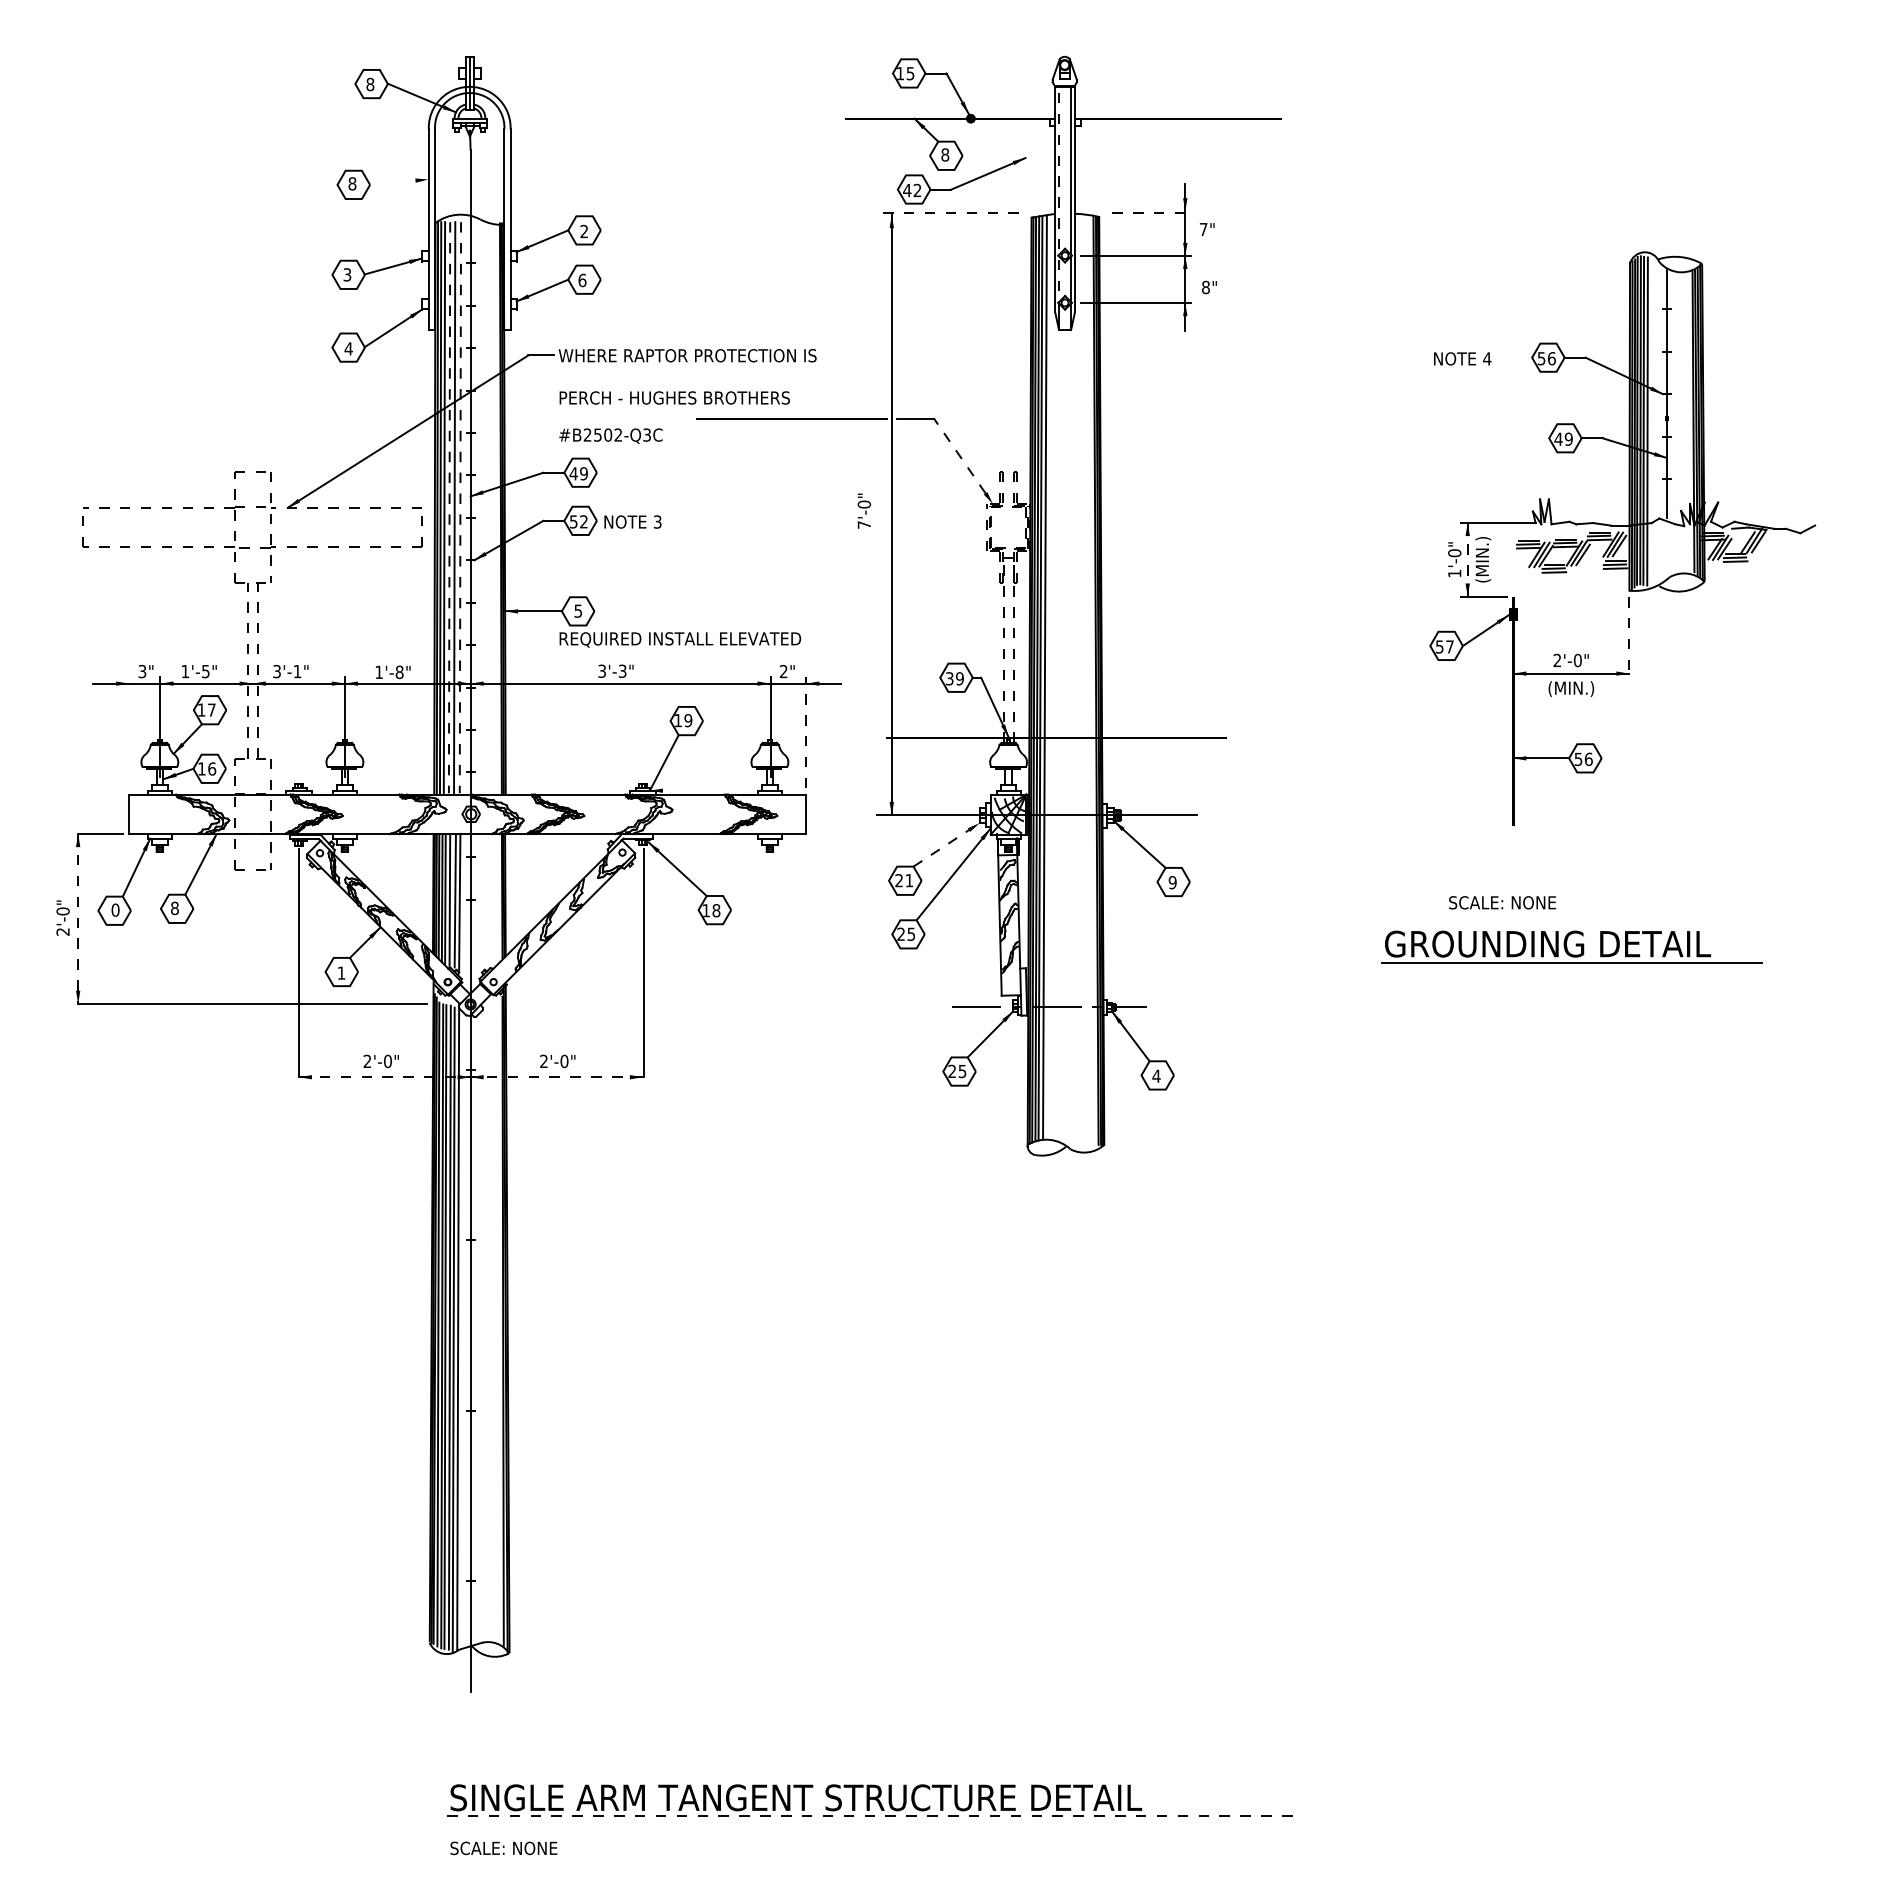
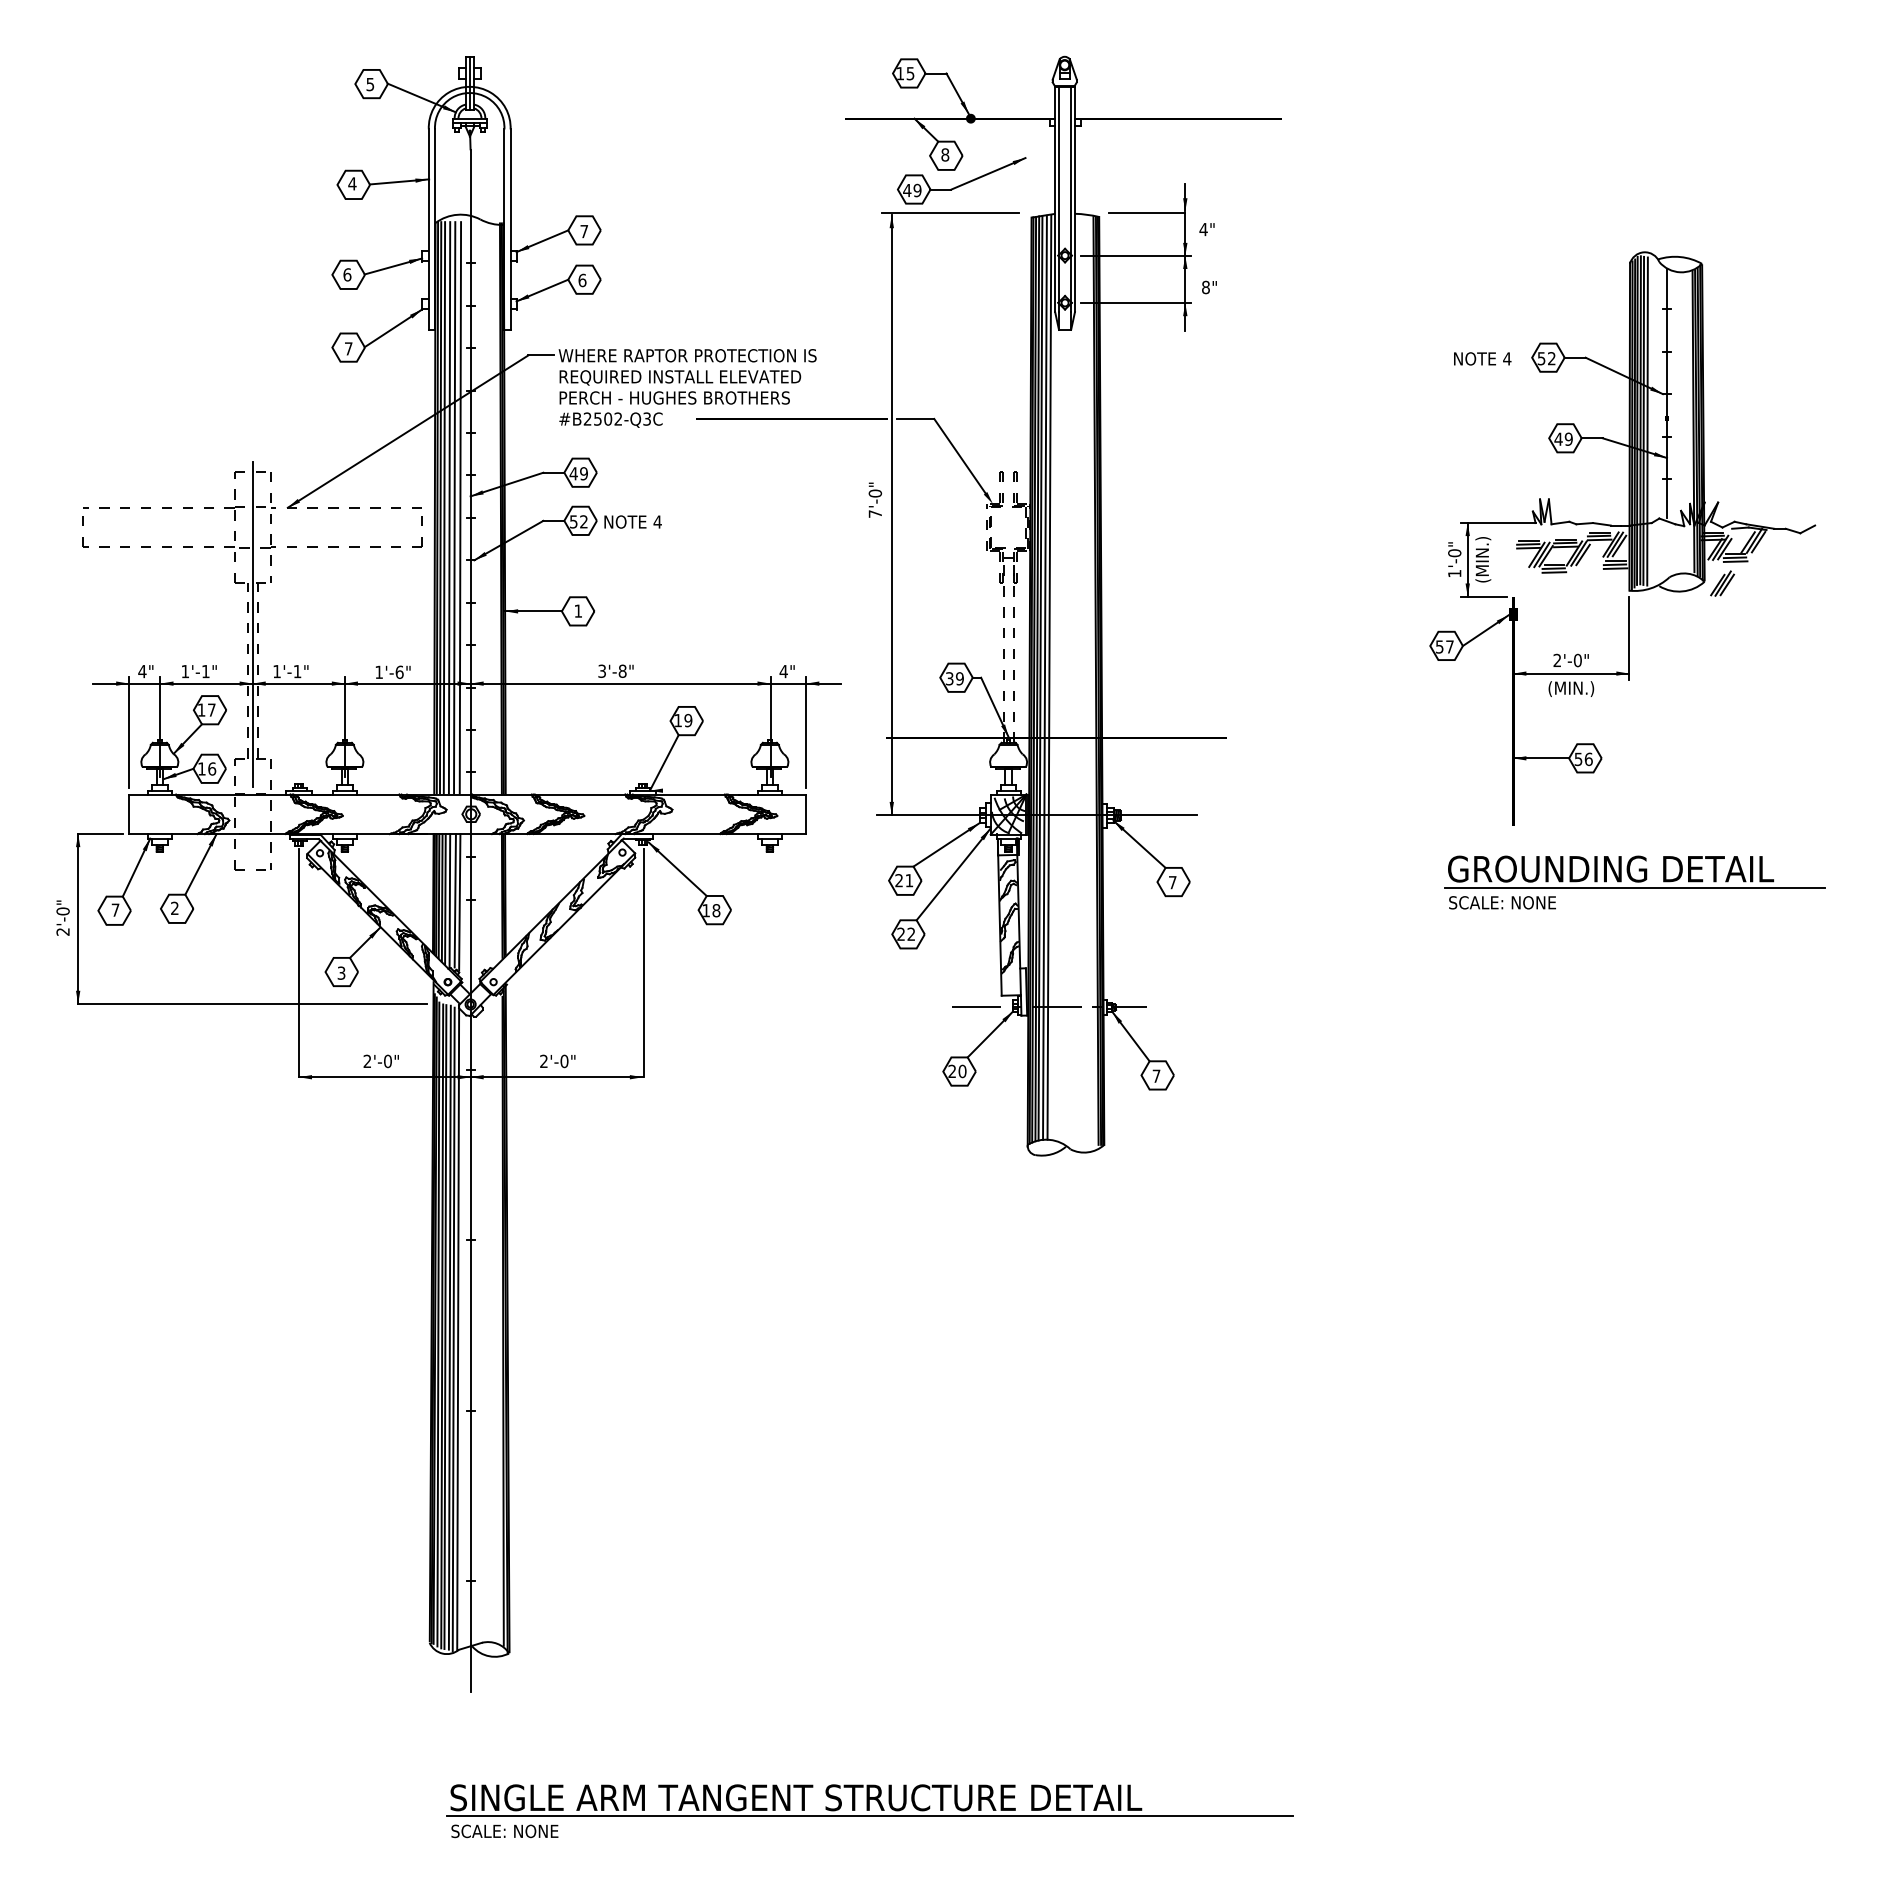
text at (370, 84): 8 -> 5
line at (399, 181): none -> present
text at (352, 183): 8 -> 4
text at (917, 190): 42 -> 49
line at (1059, 199): dashed -> solid
line at (950, 213): dashed -> solid
line at (1146, 213): dashed -> solid
text at (1203, 229): 7" -> 4"
text at (584, 231): 2 -> 7
text at (347, 274): 3 -> 6
text at (348, 348): 4 -> 7
text at (1462, 358) position: (1462, 358) -> (1482, 358)
text at (1551, 358): 56 -> 52
text at (610, 435) position: (610, 435) -> (610, 419)
line at (959, 455): dashed -> solid
line at (449, 507): dashed -> solid
line at (460, 507): dashed -> solid
text at (864, 510) position: (864, 510) -> (875, 499)
text at (657, 521): 3 -> 4
line at (1467, 559): dashed -> solid
part at (1722, 583): none -> present
text at (578, 610): 5 -> 1
line at (252, 624): none -> present
text at (680, 639) position: (680, 639) -> (680, 377)
line at (1629, 639): dashed -> solid
text at (622, 670): 3'-3" -> 3'-8"
text at (142, 671): 3" -> 4"
text at (205, 671): 1'-5" -> 1'-1"
text at (276, 671): 3'-1" -> 1'-1"
text at (399, 671): 1'-8" -> 1'-6"
text at (783, 671): 2" -> 4"
line at (1049, 677): none -> present
line at (129, 732): none -> present
line at (806, 732): dashed -> solid
line at (946, 844): dashed -> solid
text at (1172, 882): 9 -> 7
text at (174, 908): 8 -> 2
text at (115, 909): 0 -> 7
line at (78, 918): dashed -> solid
text at (911, 933): 25 -> 22
part at (1571, 946) position: (1571, 946) -> (1634, 871)
text at (341, 972): 1 -> 3
text at (962, 1071): 25 -> 20
text at (1156, 1075): 4 -> 7
line at (470, 1077): dashed -> solid
line at (870, 1816): dashed -> solid
text at (503, 1848) position: (503, 1848) -> (504, 1831)
